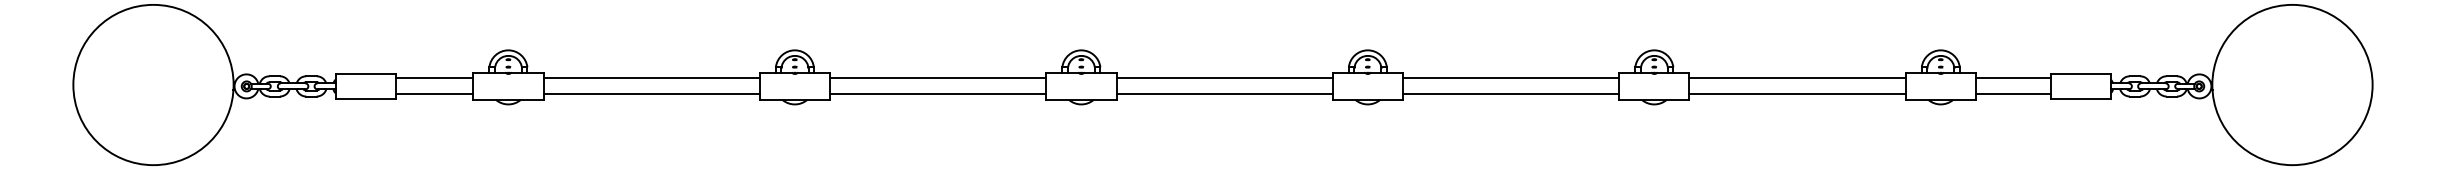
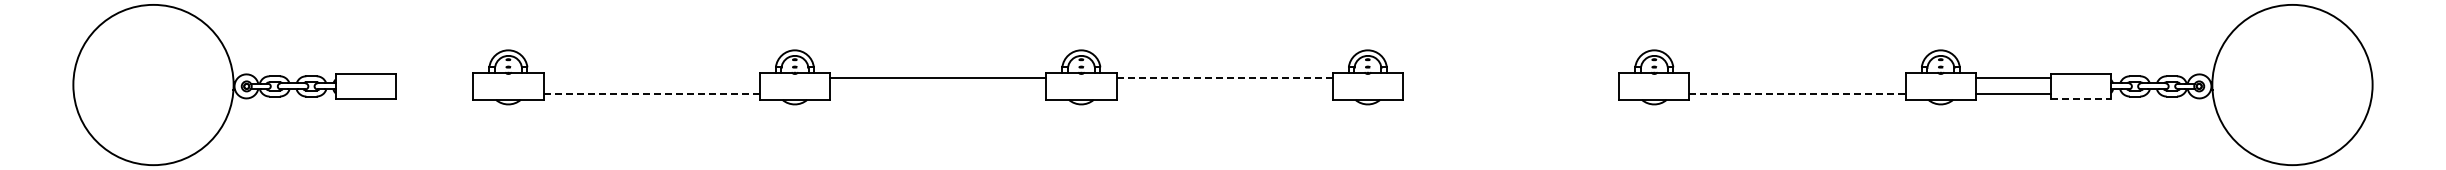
line at (434, 78): present -> none
line at (651, 78): present -> none
line at (1225, 78): solid -> dashed
line at (1511, 78): present -> none
line at (1797, 78): present -> none
line at (434, 94): present -> none
line at (652, 94): solid -> dashed
line at (938, 94): present -> none
line at (1224, 94): present -> none
line at (1511, 94): present -> none
line at (1798, 94): solid -> dashed
line at (2081, 98): solid -> dashed
